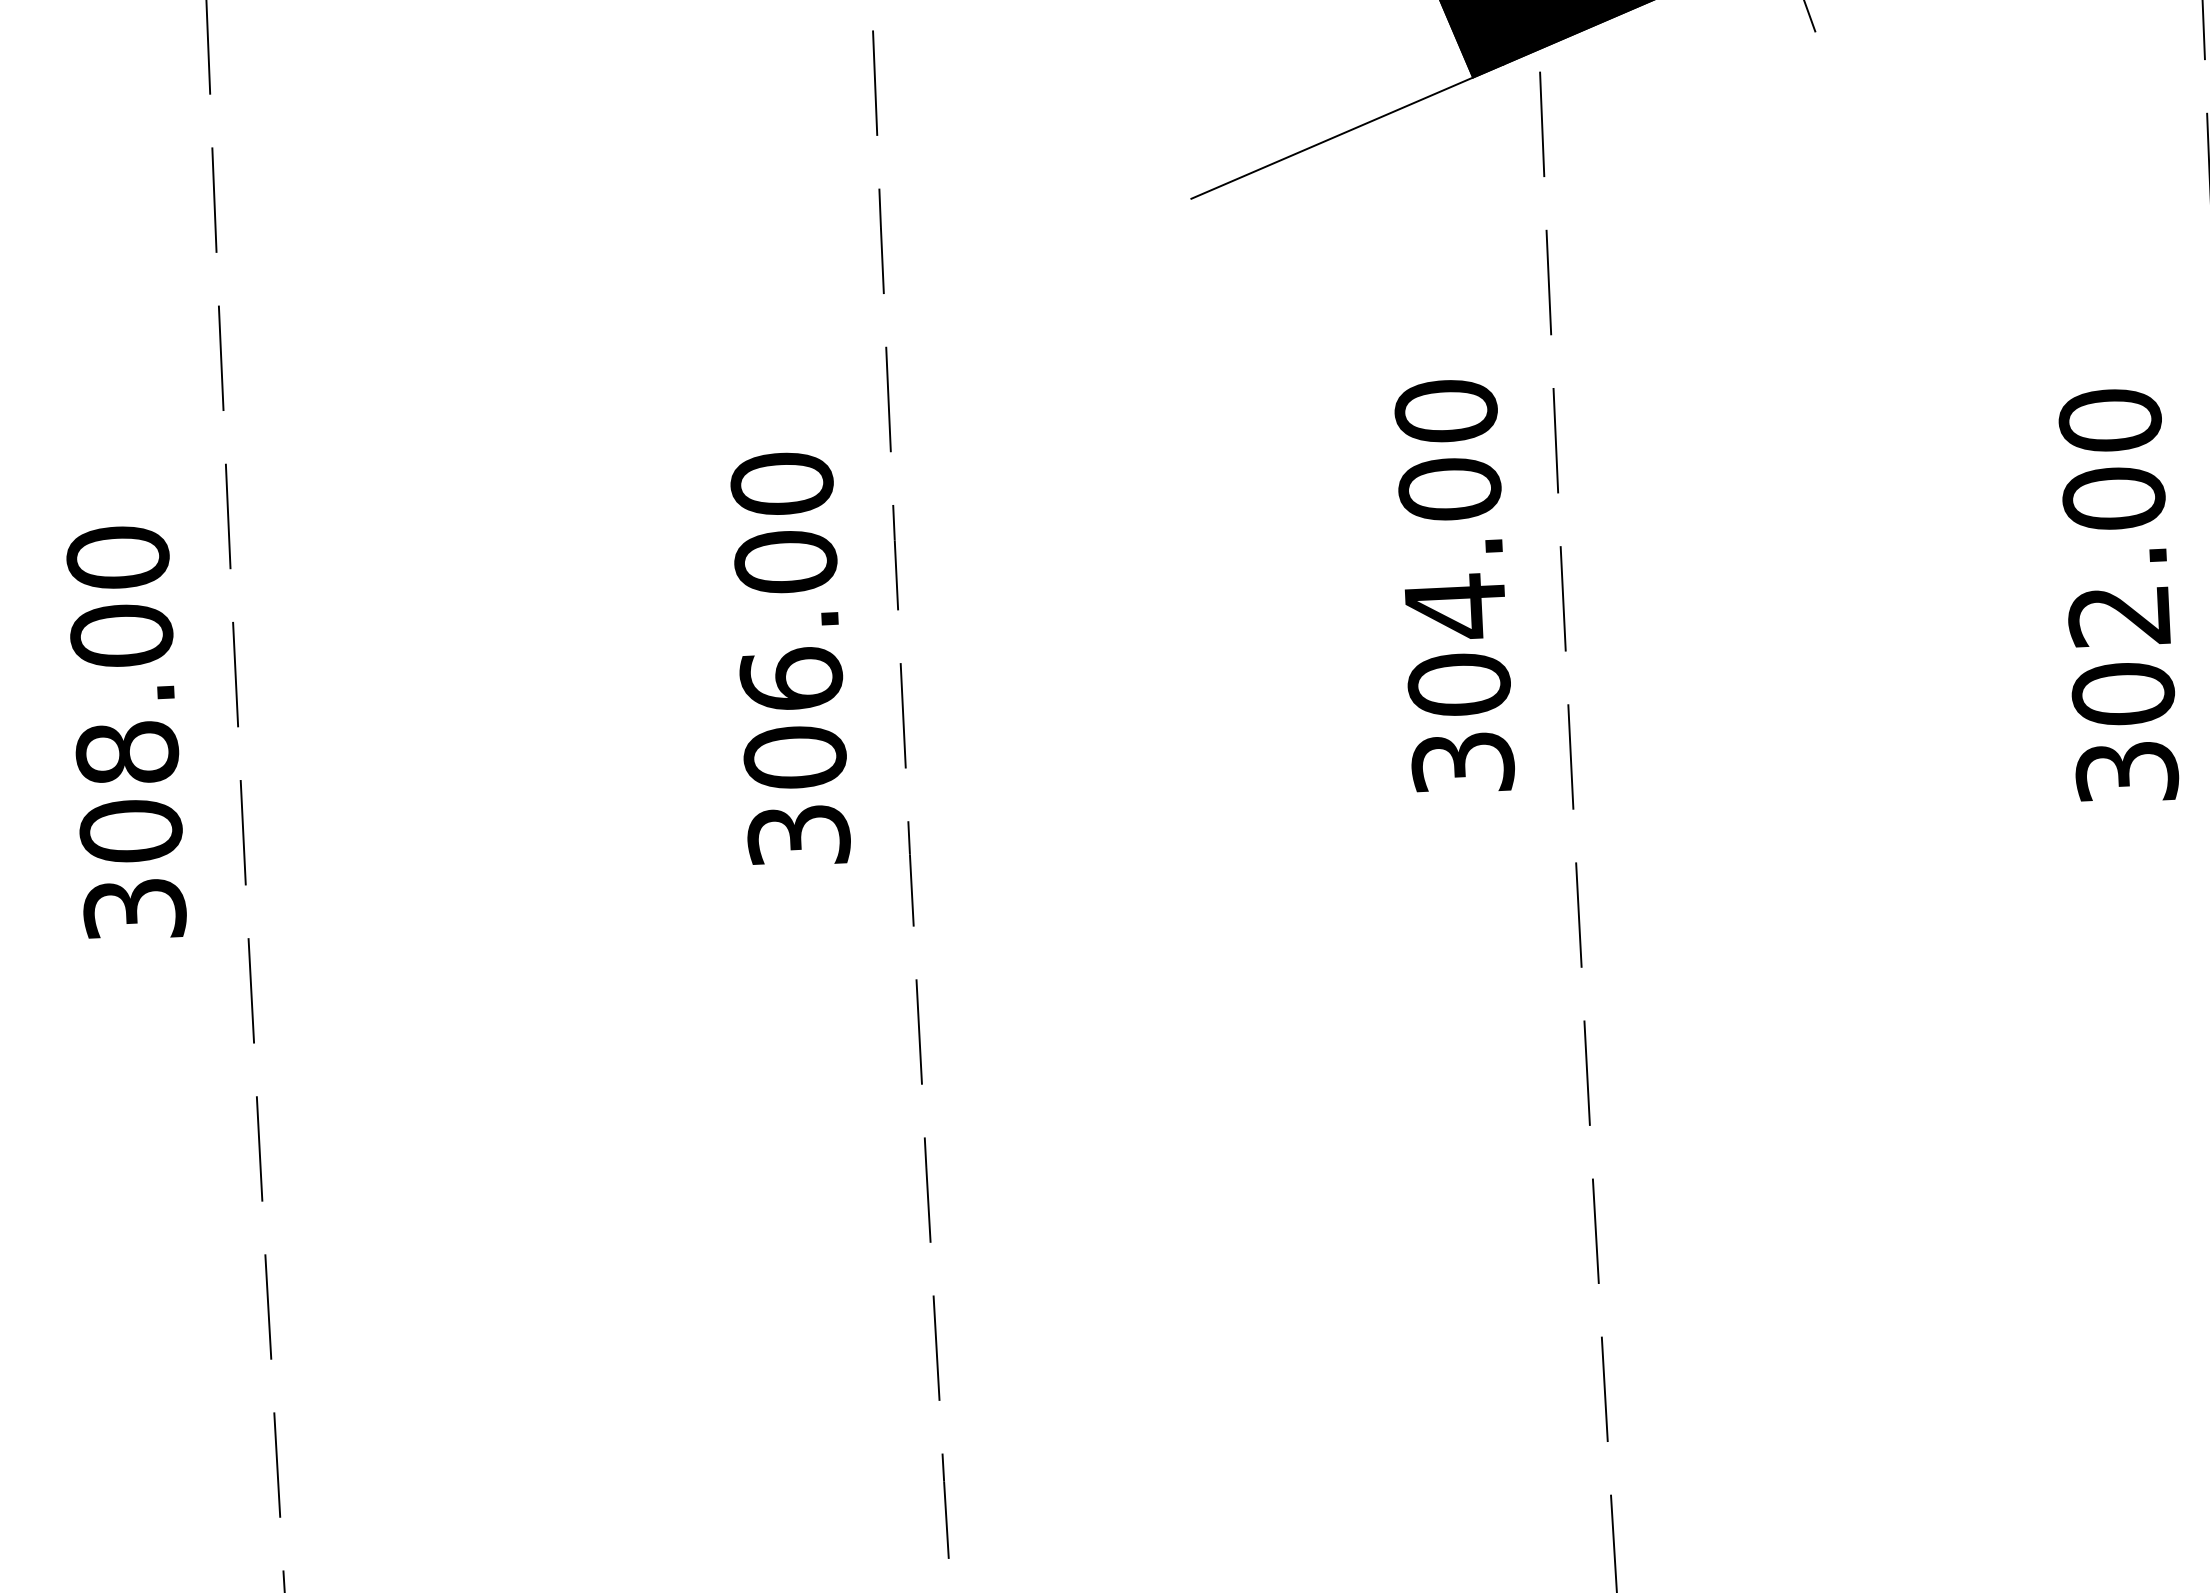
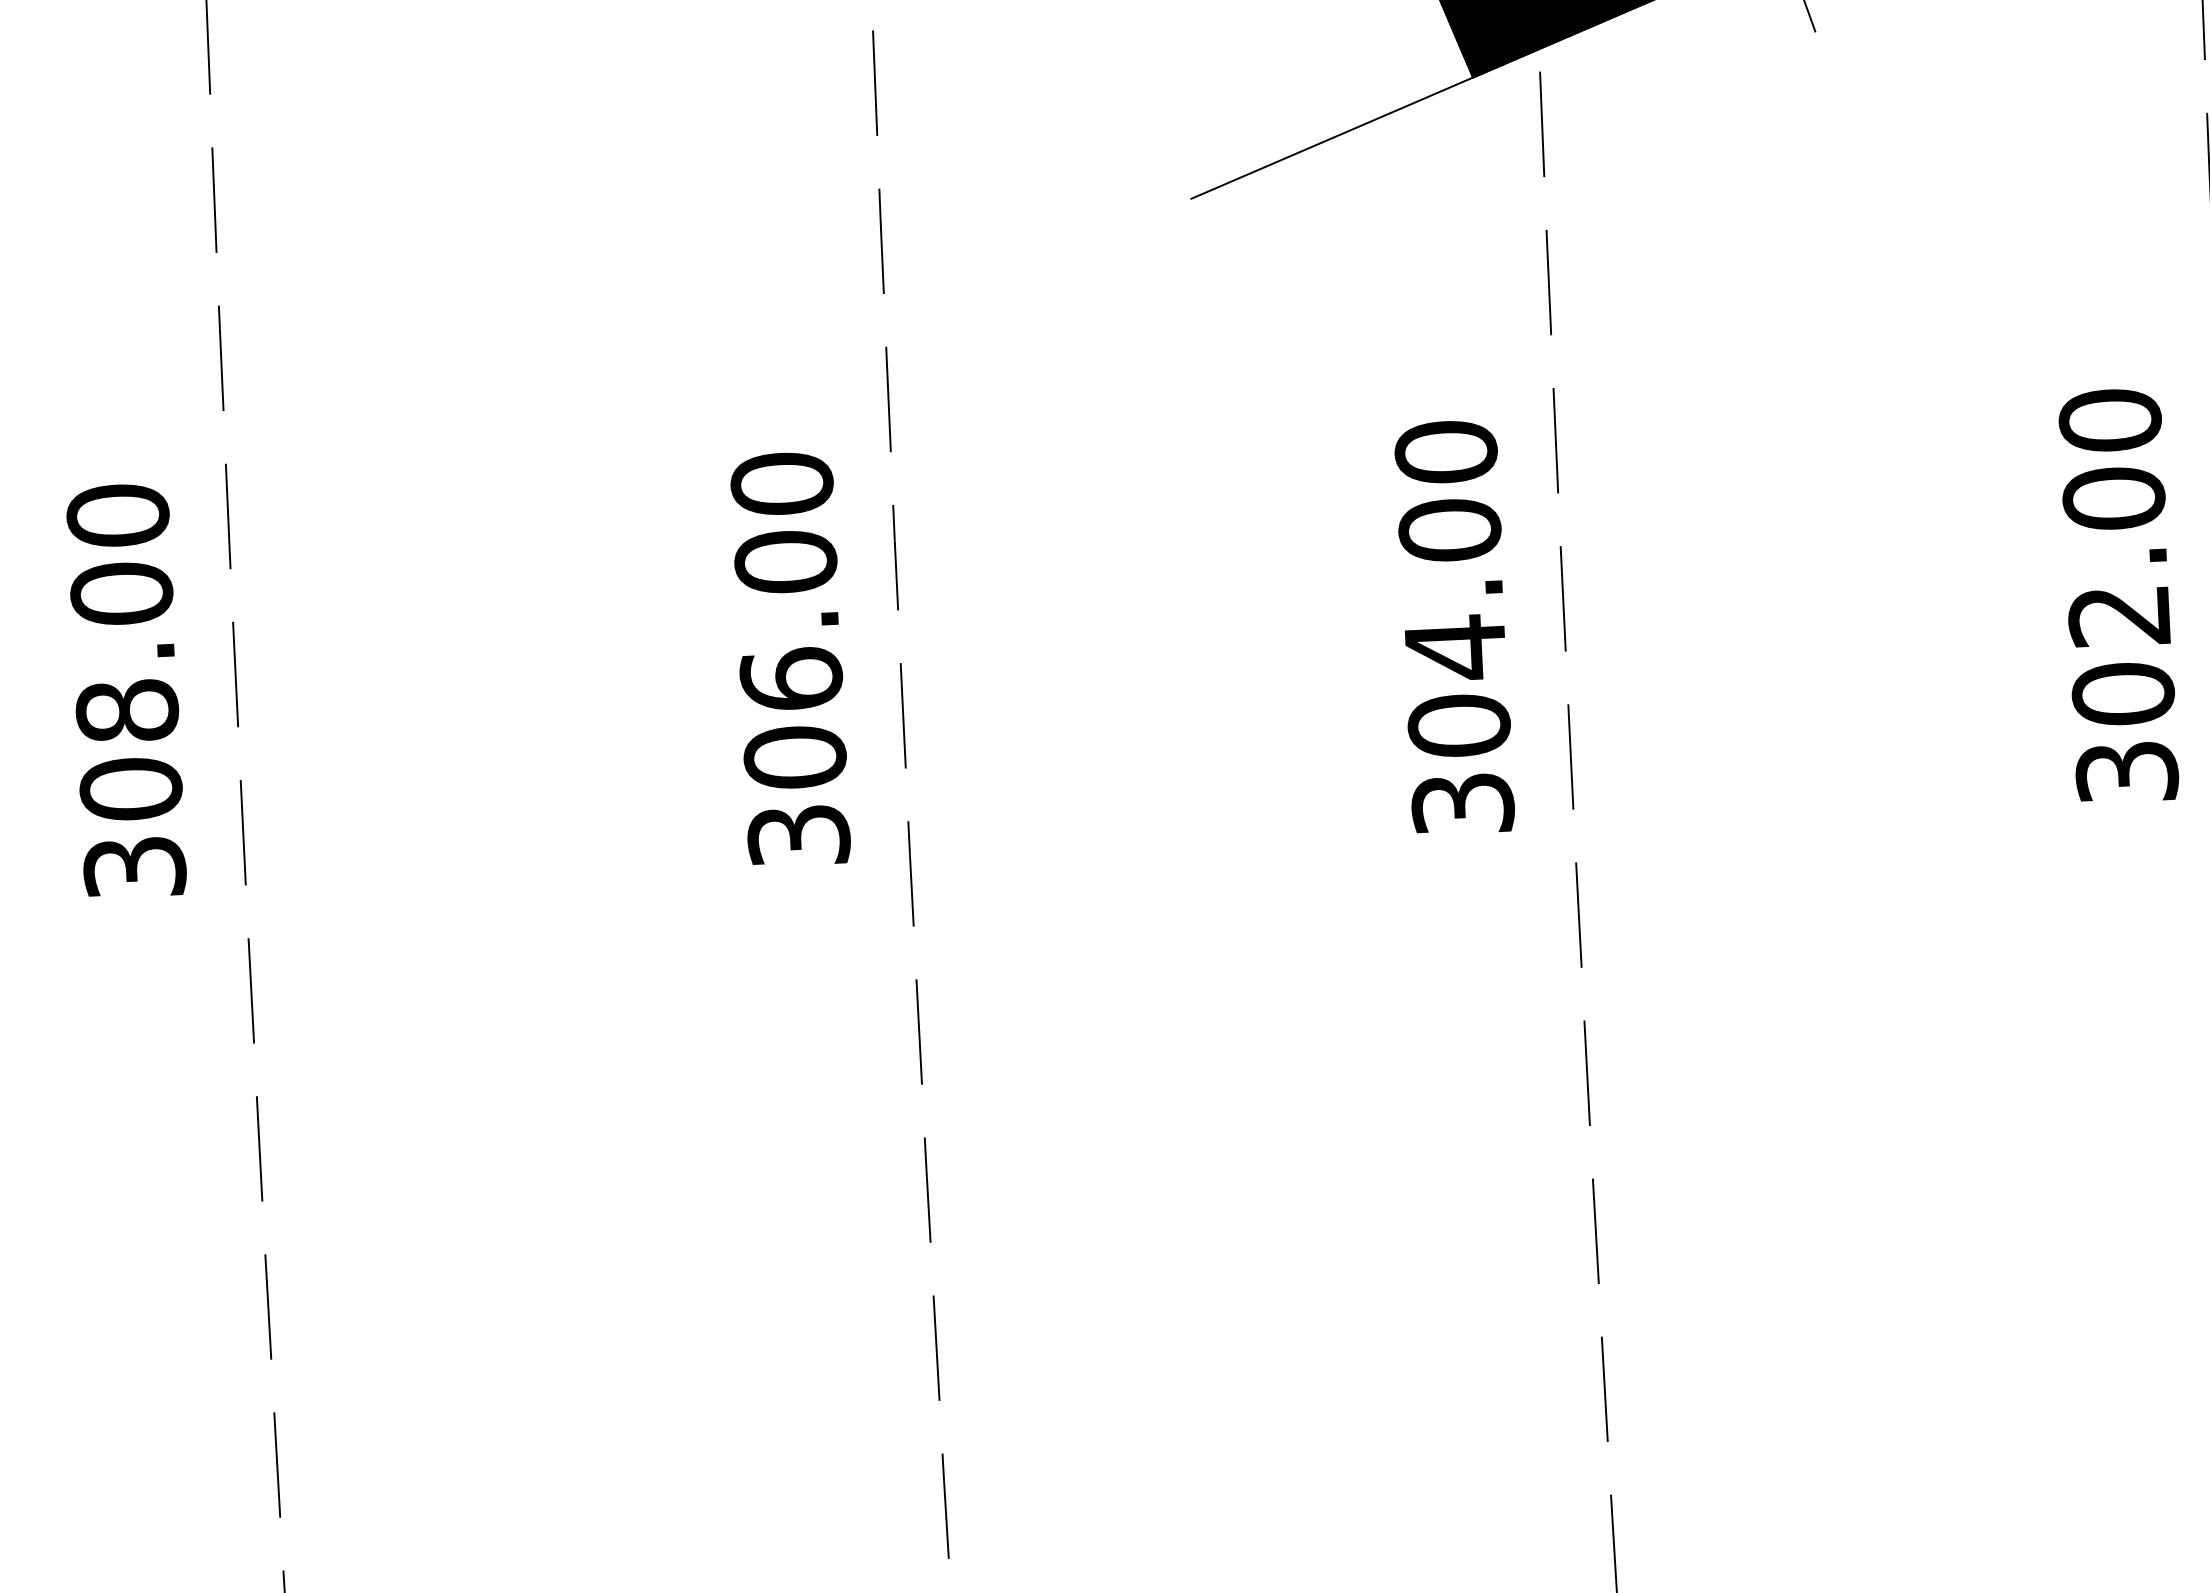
text at (1454, 586) position: (1454, 586) -> (1454, 627)
text at (126, 732) position: (126, 732) -> (126, 690)
